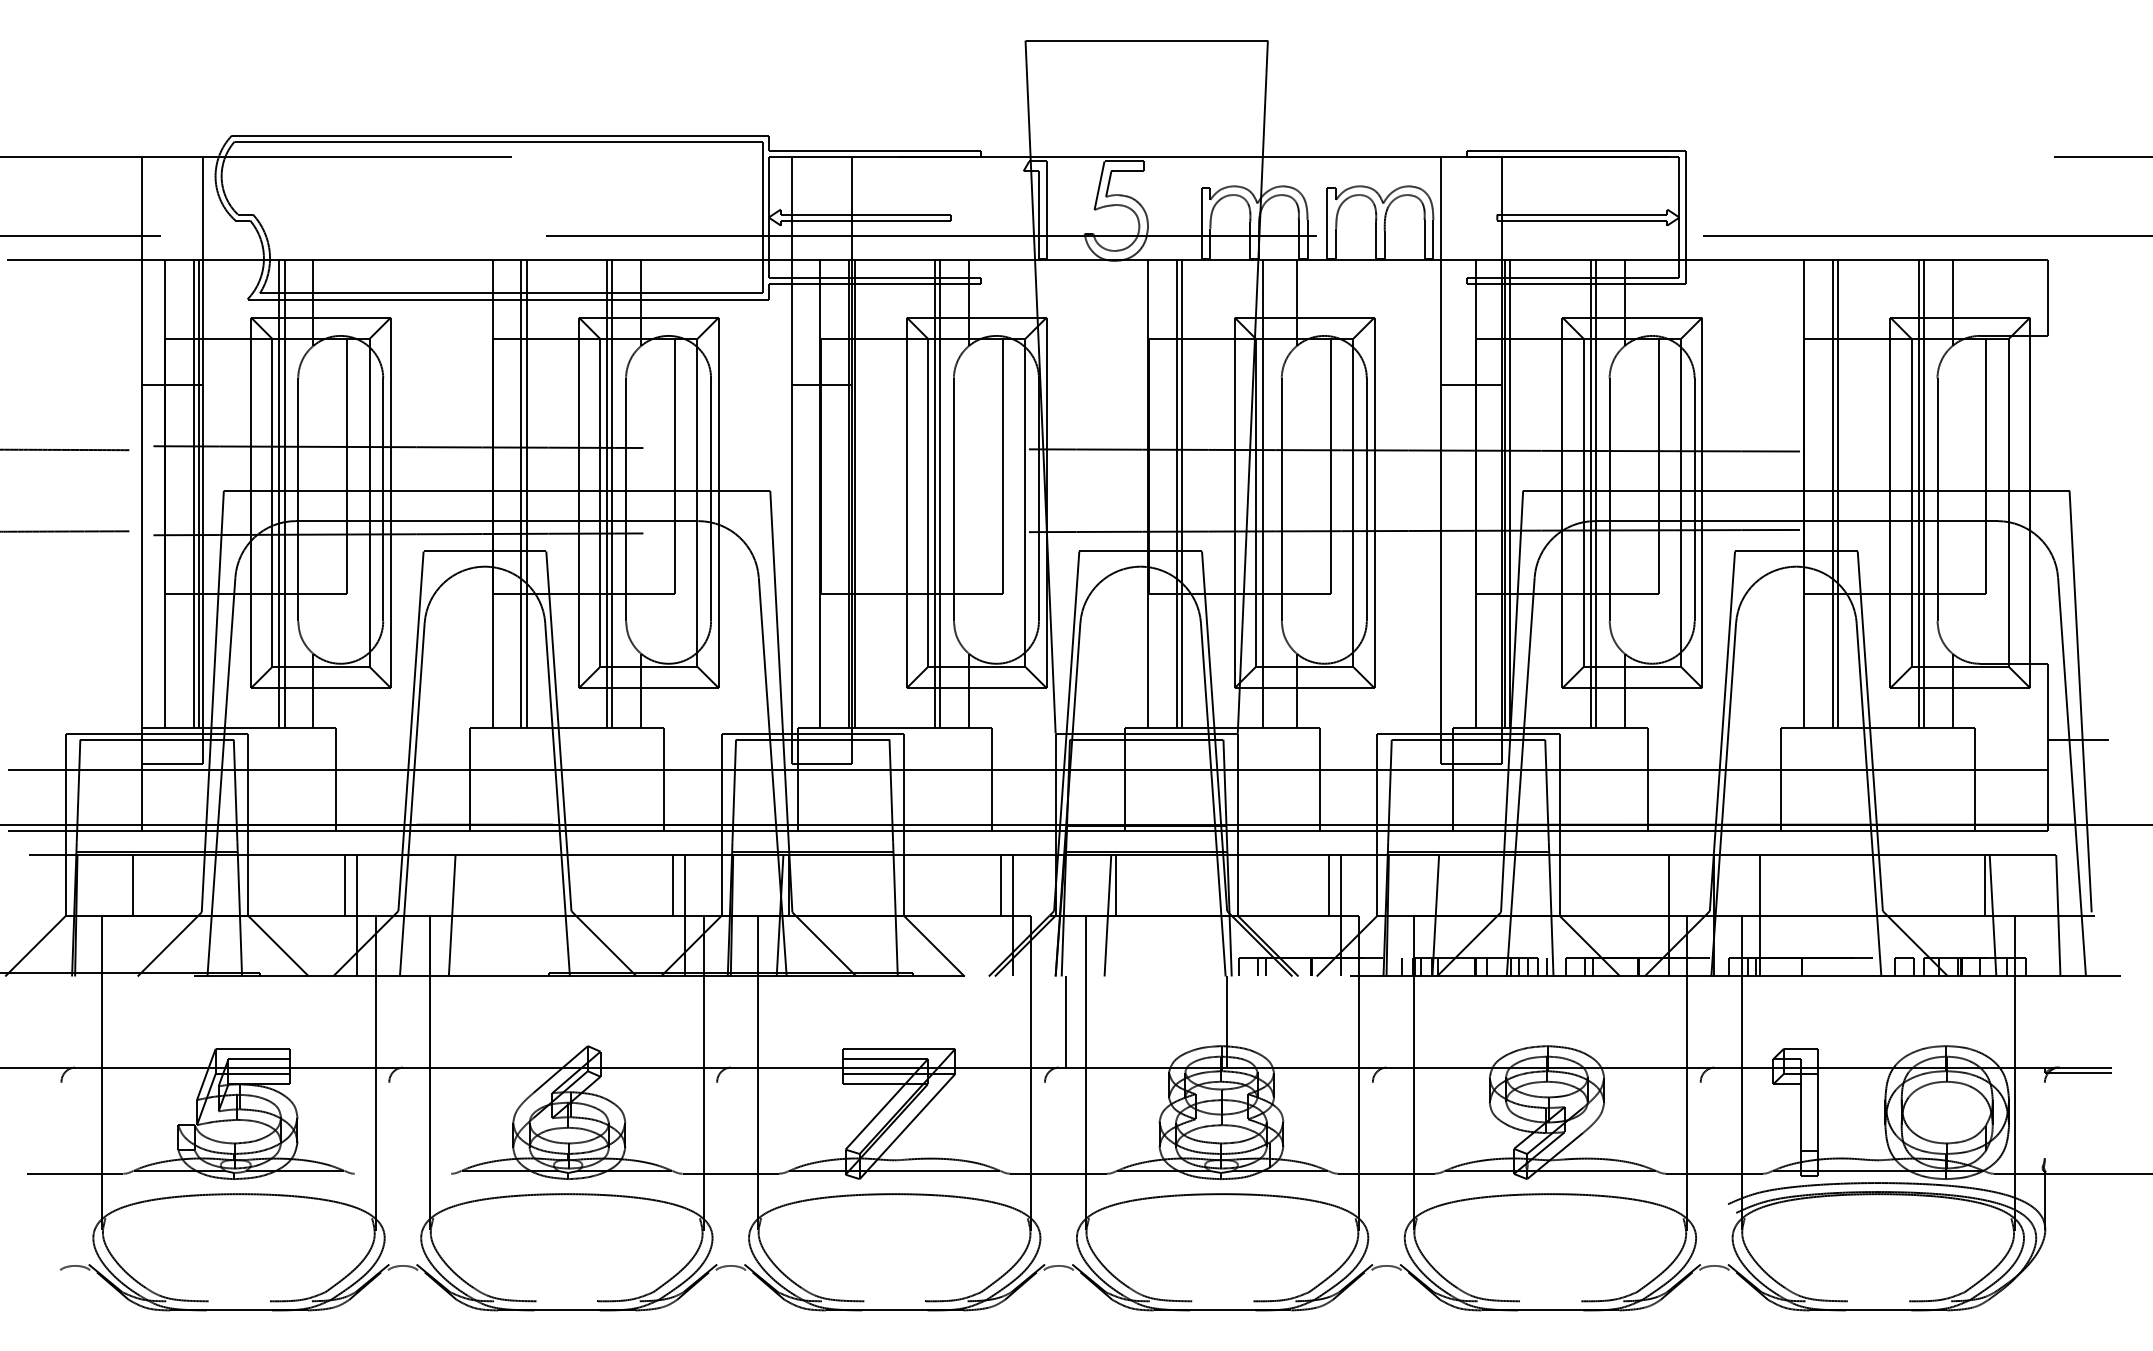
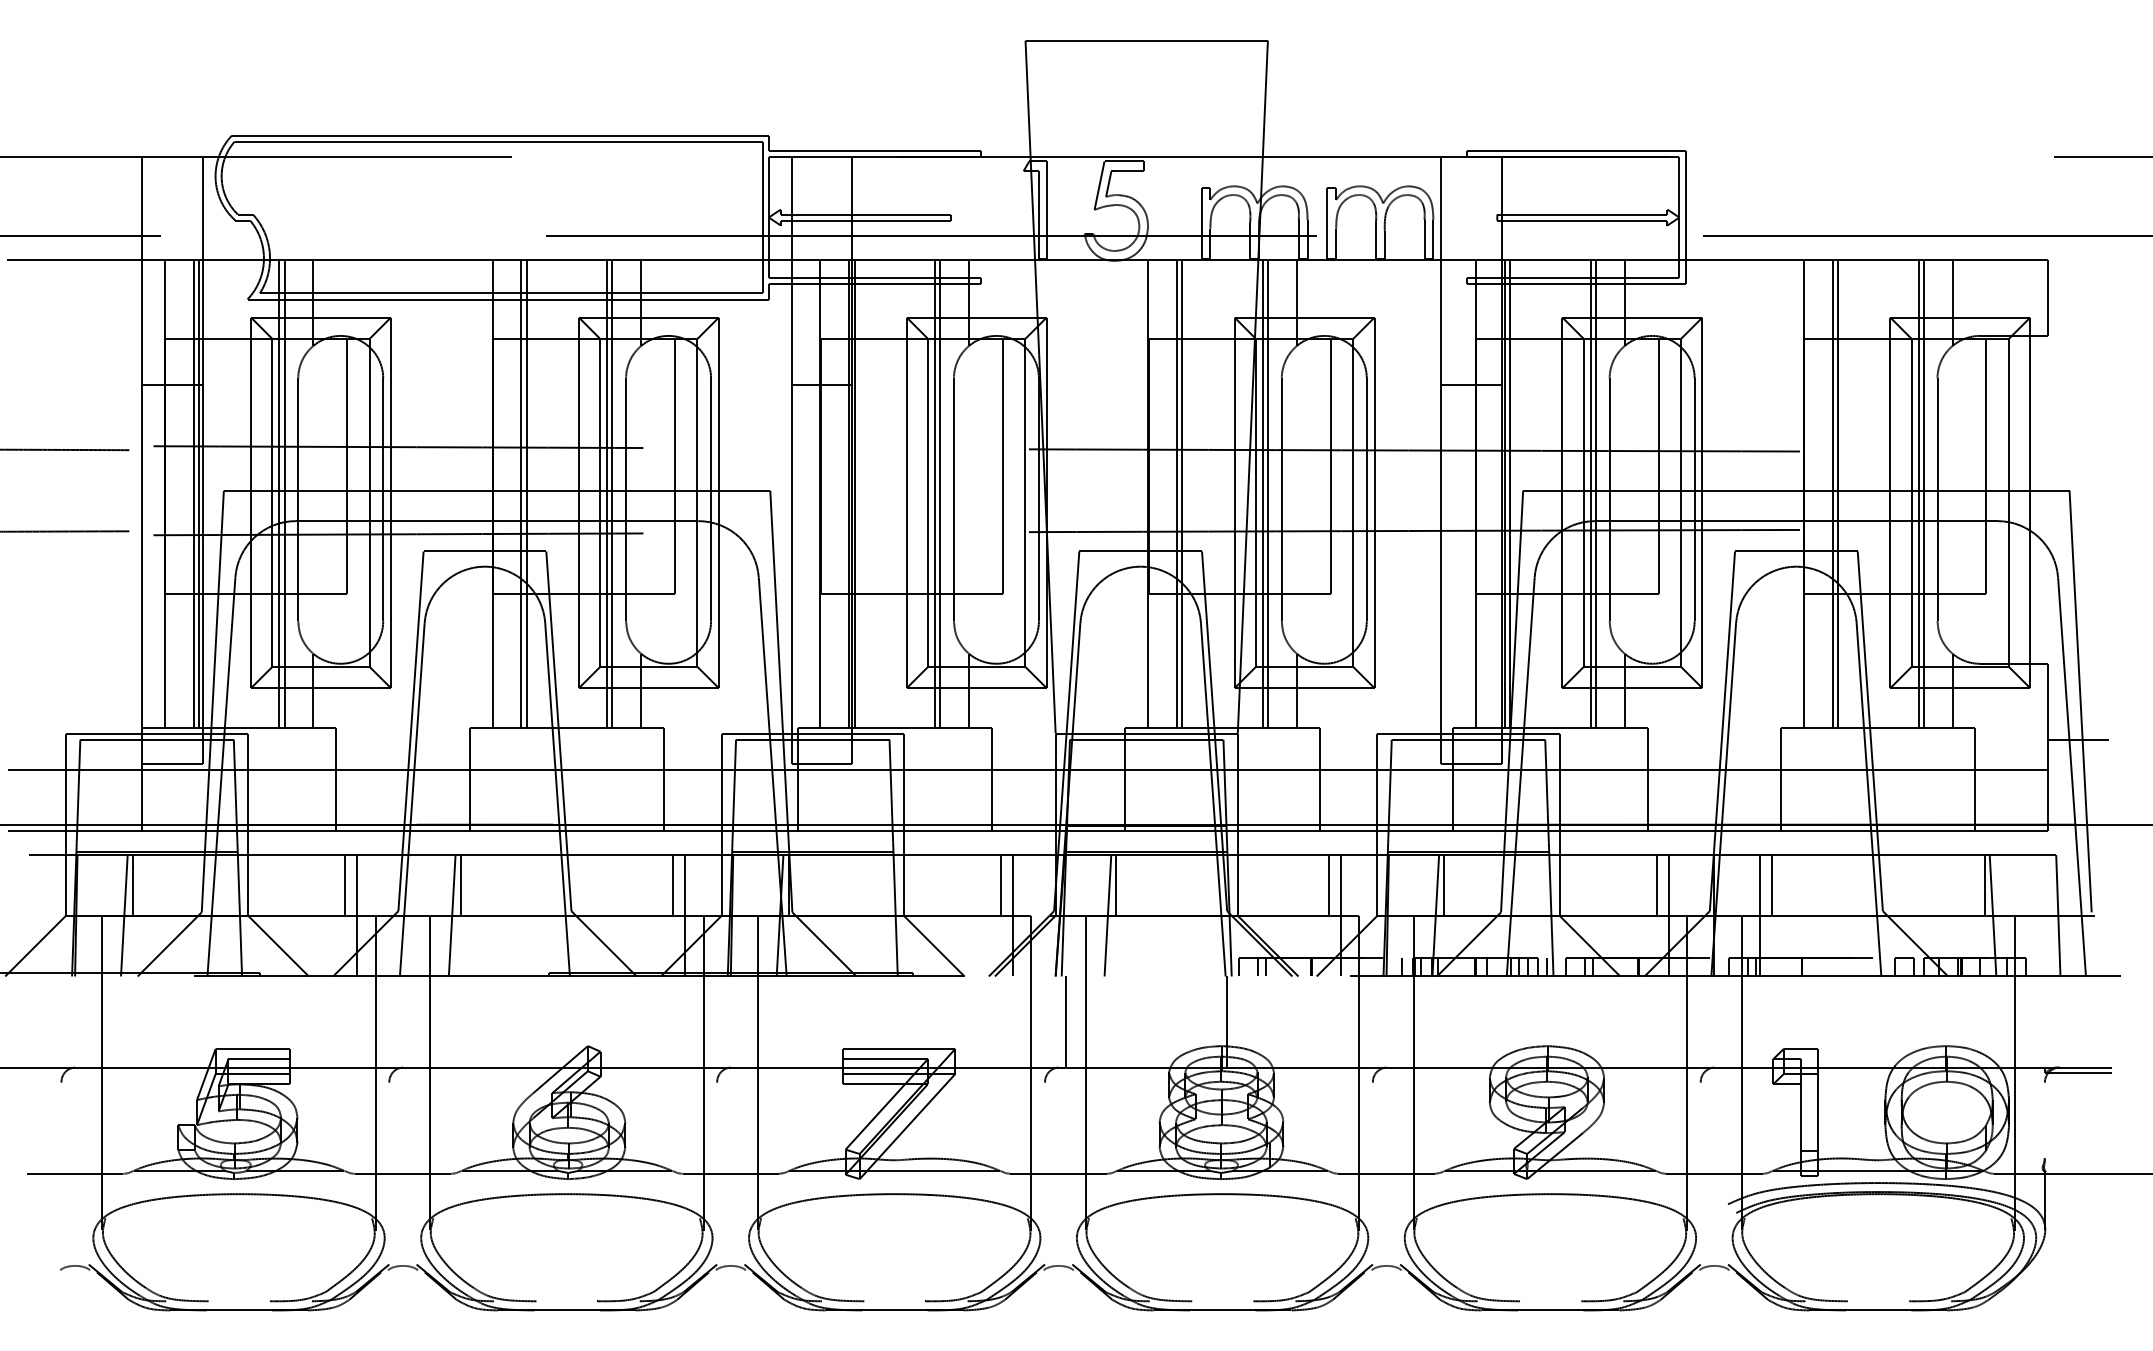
line at (1268, 493): none -> present
line at (460, 885): none -> present
line at (1444, 885): none -> present
line at (1656, 885): none -> present
line at (1772, 885): none -> present
line at (124, 915): none -> present
line at (402, 1173): none -> present
